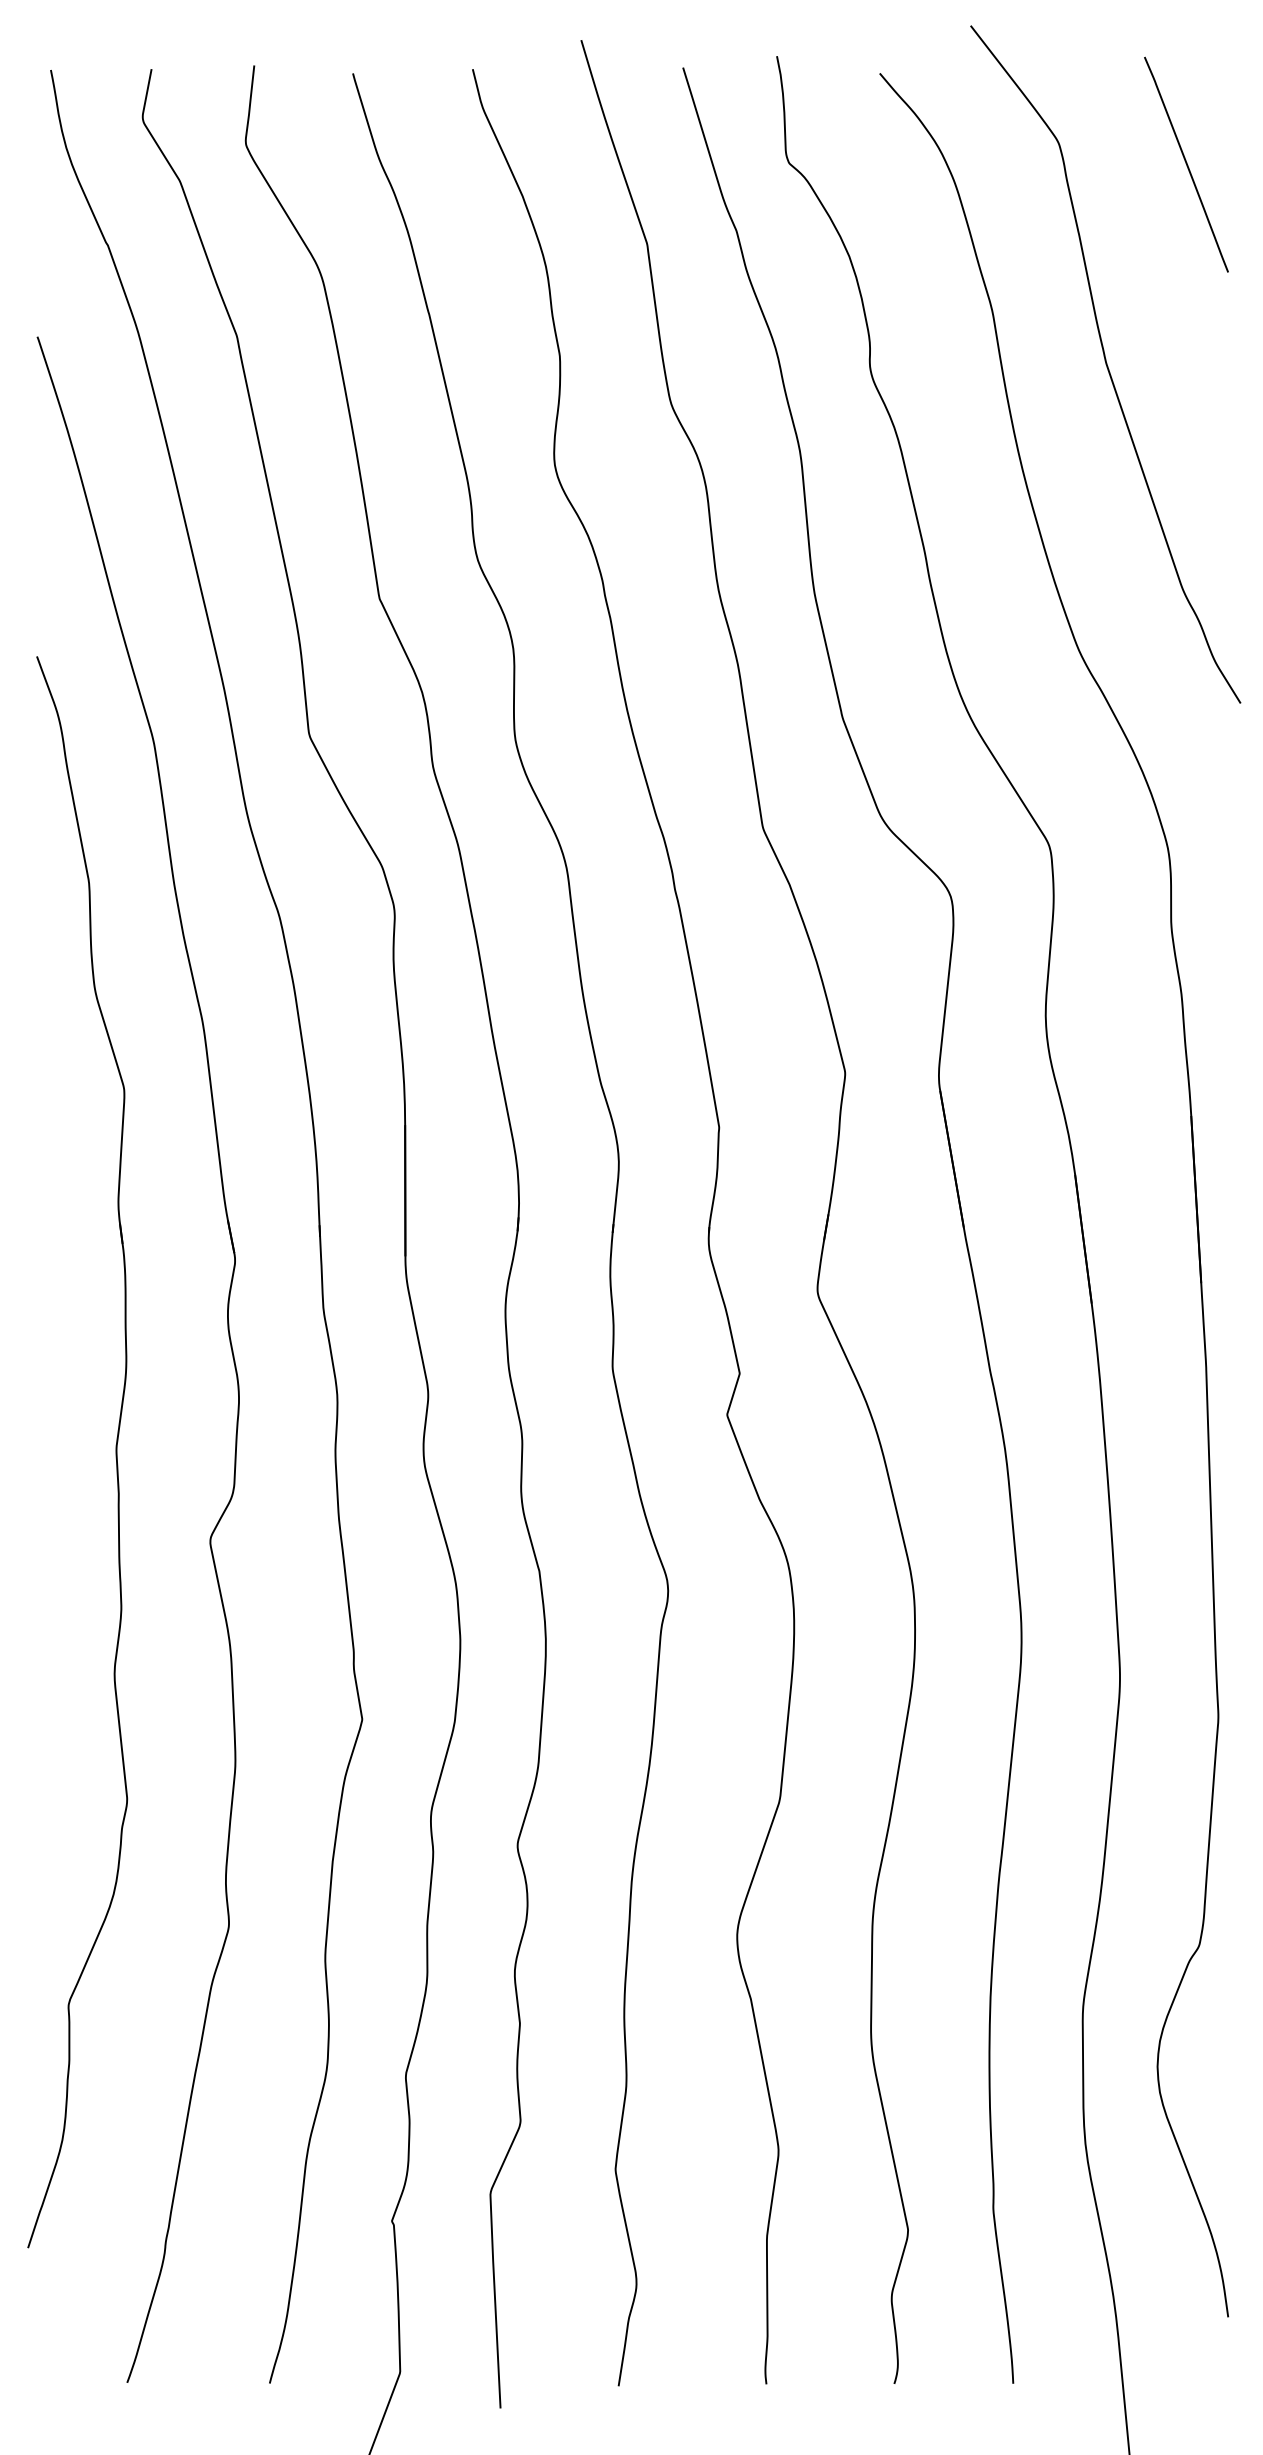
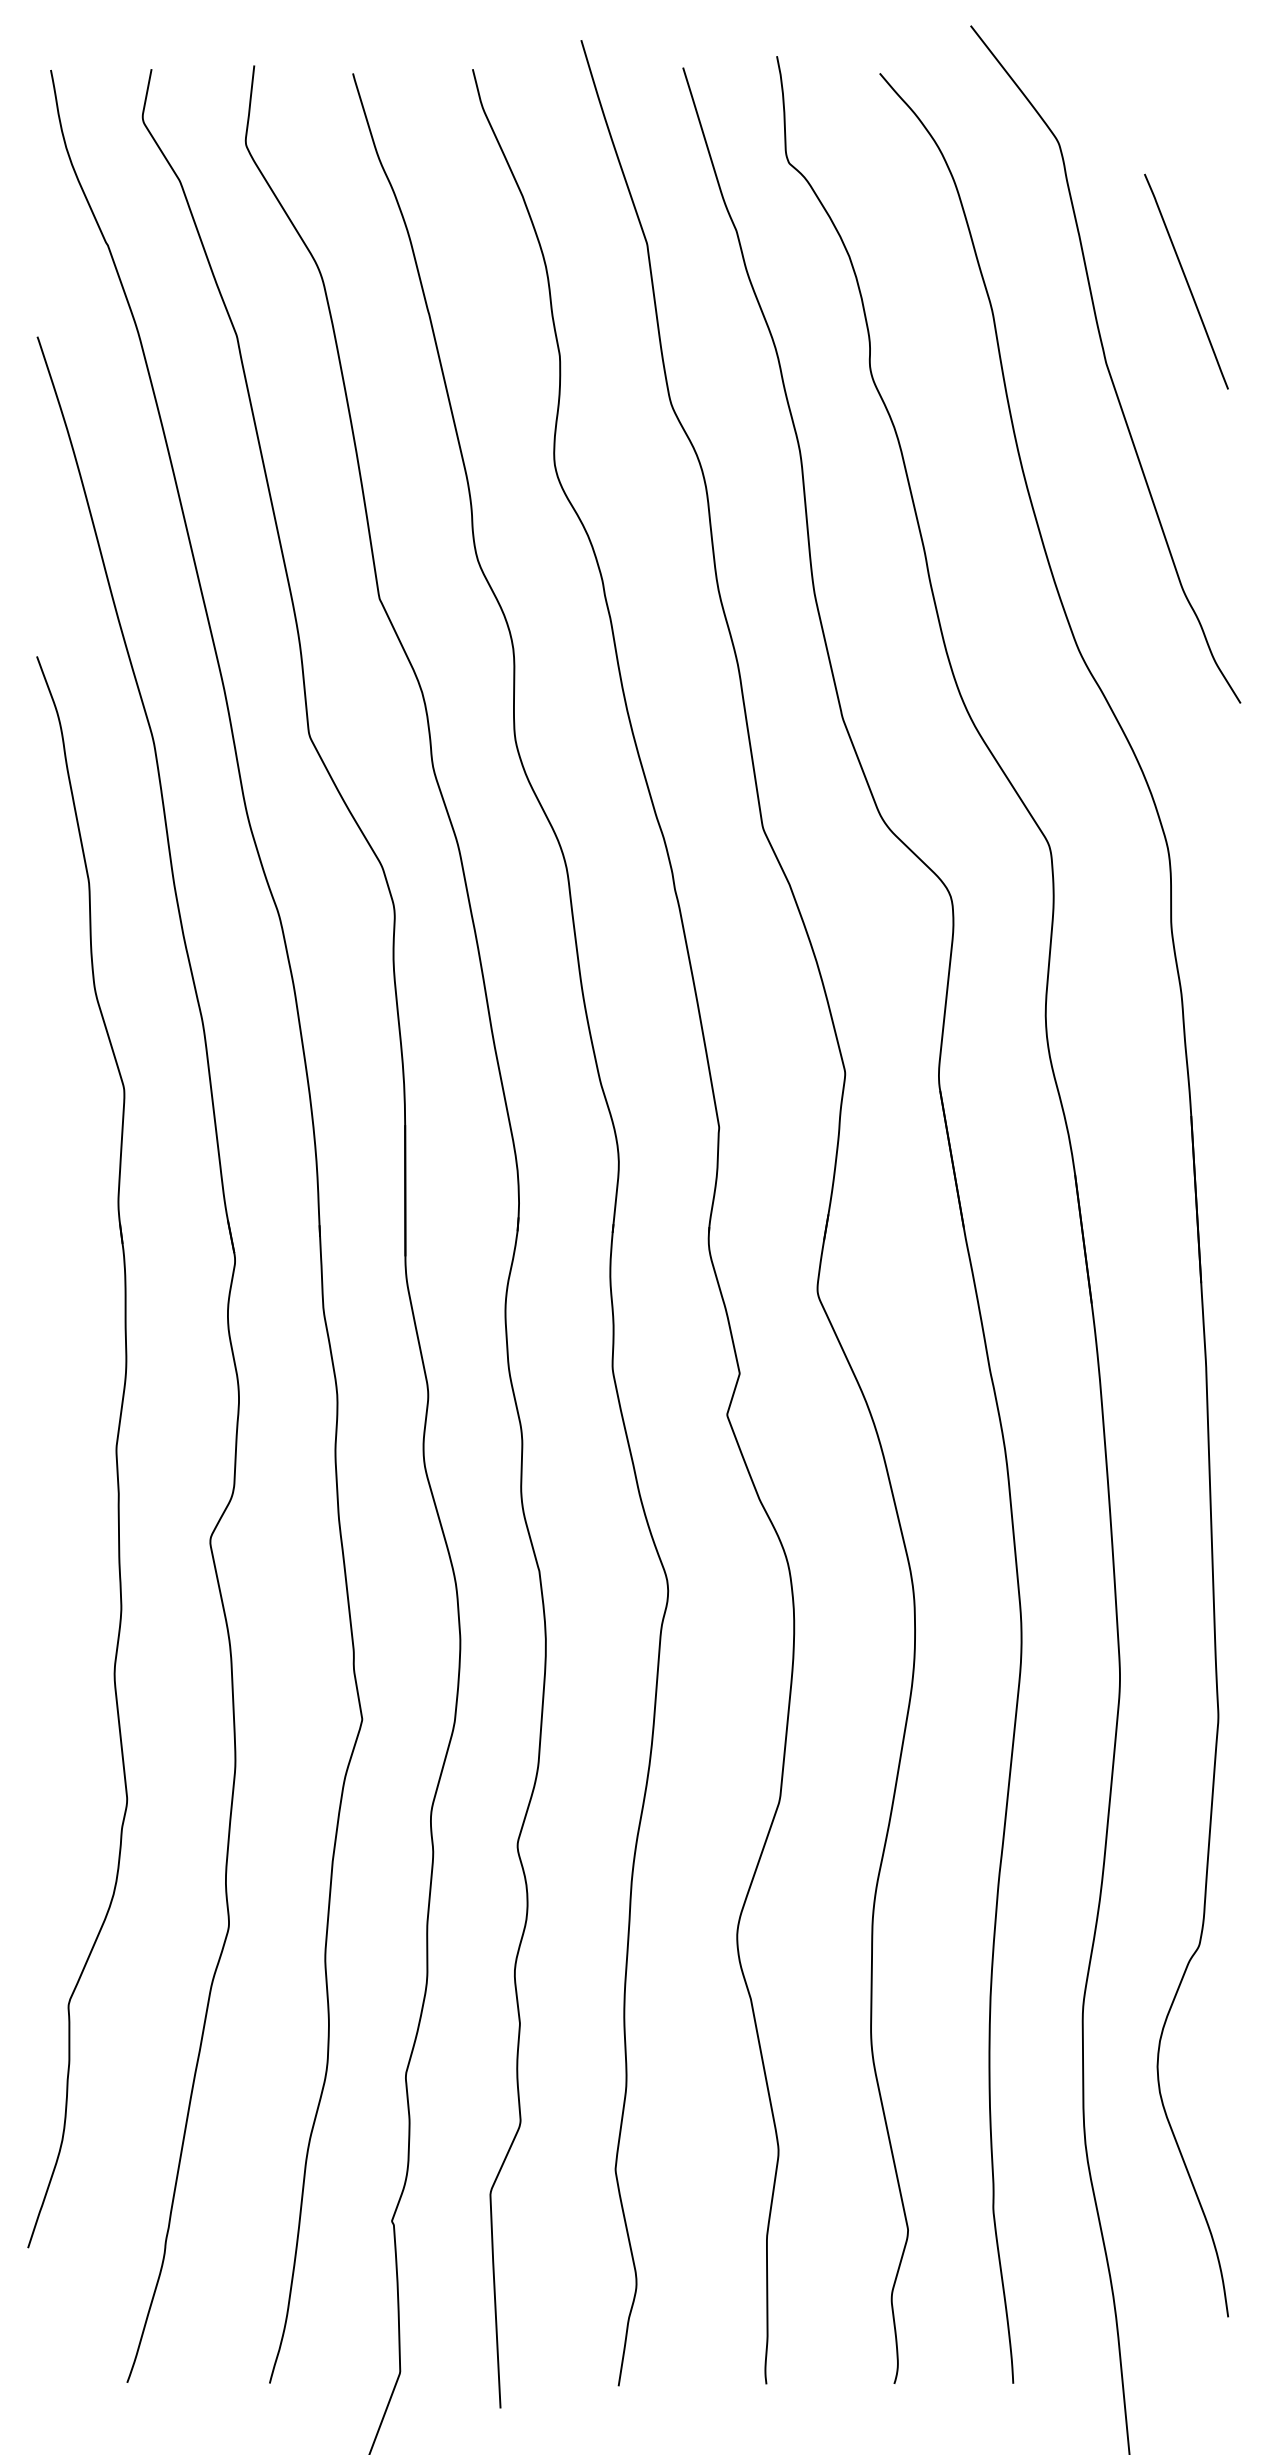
line at (1186, 164) position: (1186, 164) -> (1186, 281)
